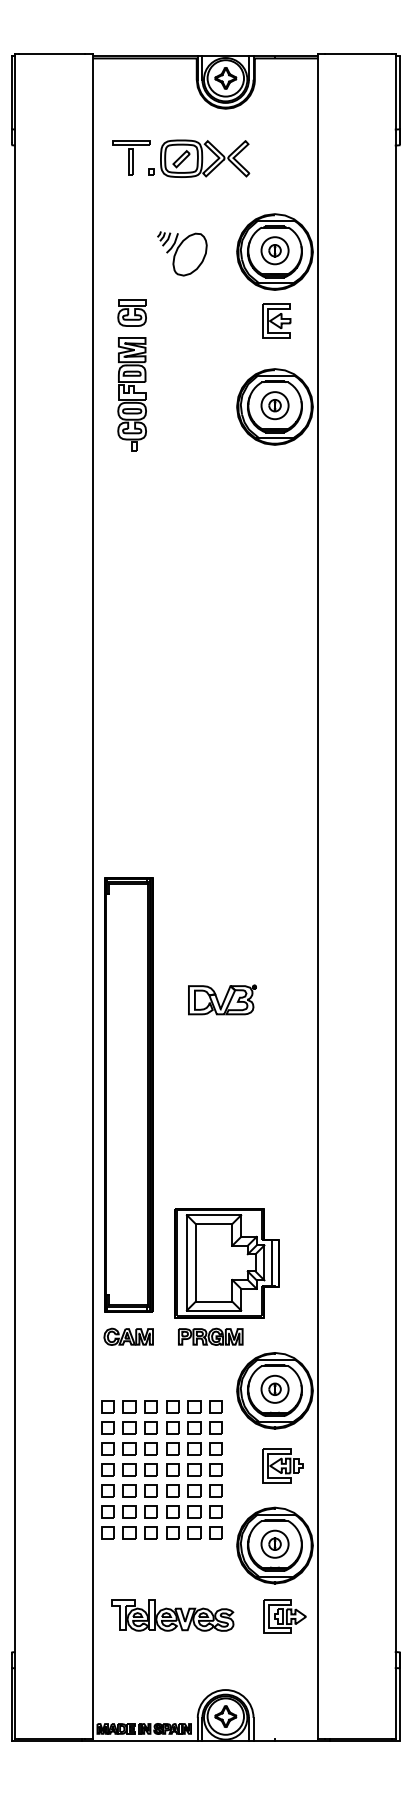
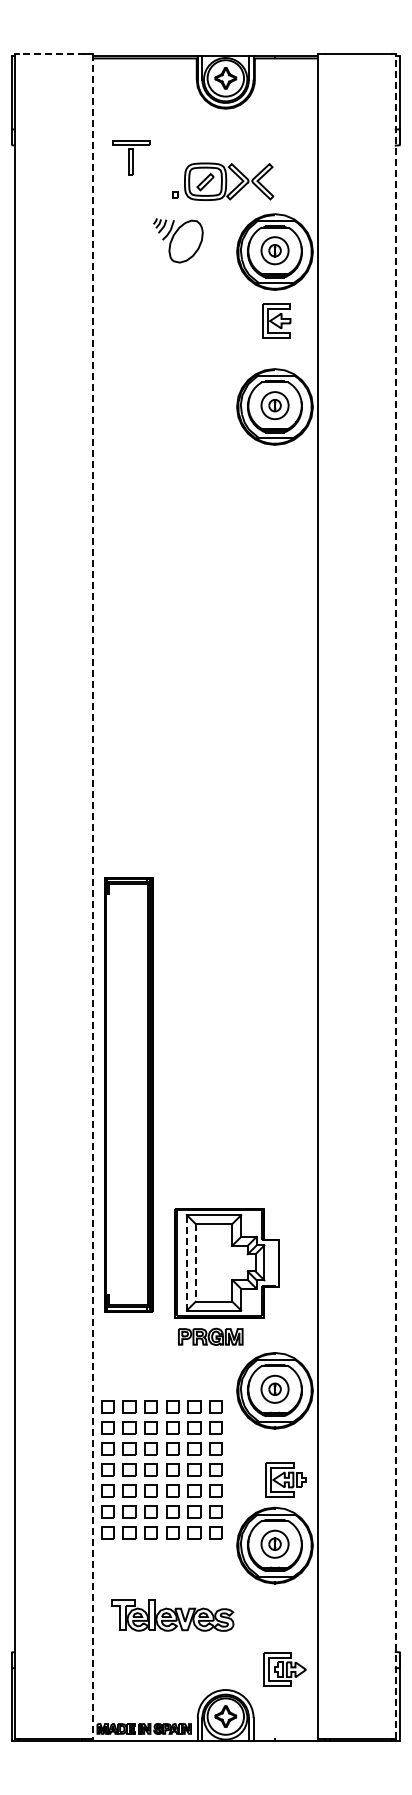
line at (51, 53): solid -> dashed
part at (199, 158) position: (199, 158) -> (223, 181)
part at (182, 253) position: (182, 253) -> (178, 240)
part at (131, 312): present -> none
part at (131, 394): present -> none
line at (395, 895): solid -> dashed
line at (92, 896): solid -> dashed
part at (222, 999): present -> none
line at (186, 1262): solid -> dashed
line at (195, 1262): solid -> dashed
line at (272, 1263): present -> none
part at (128, 1336): present -> none
part at (282, 1465) position: (282, 1465) -> (285, 1479)
part at (284, 1616) position: (284, 1616) -> (284, 1669)
